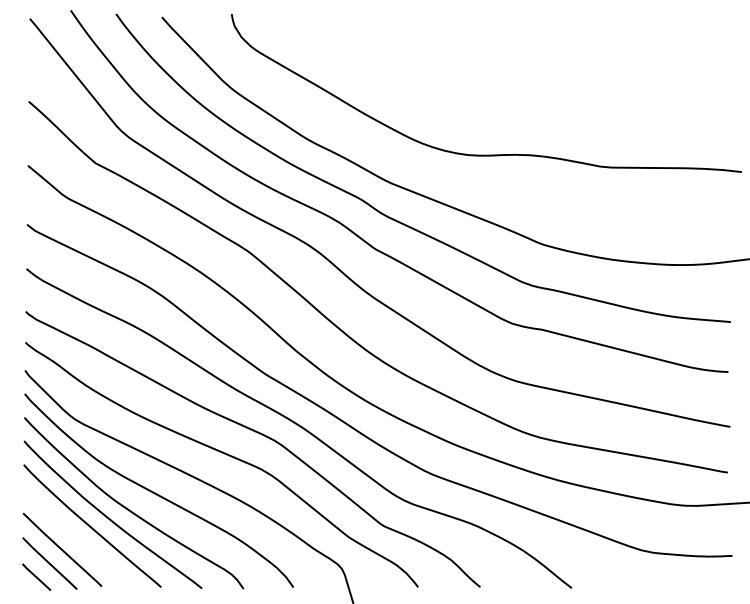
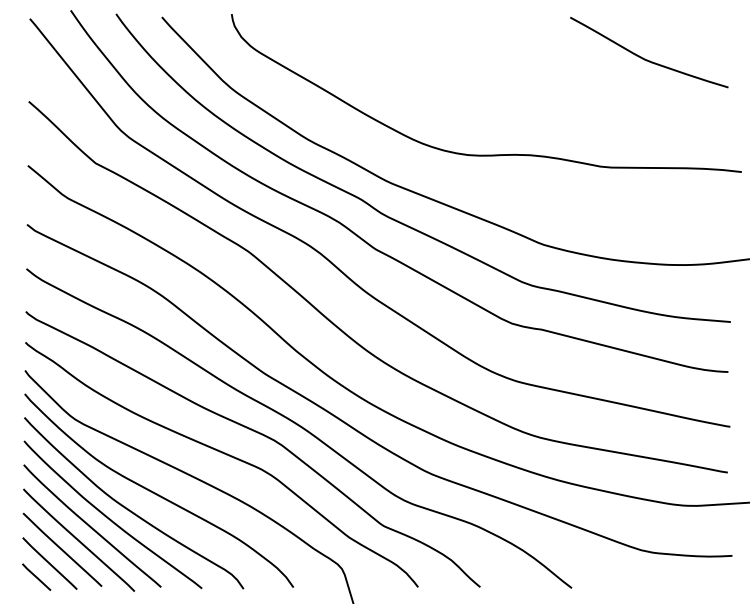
curve at (645, 58): none -> present
curve at (78, 539): none -> present
